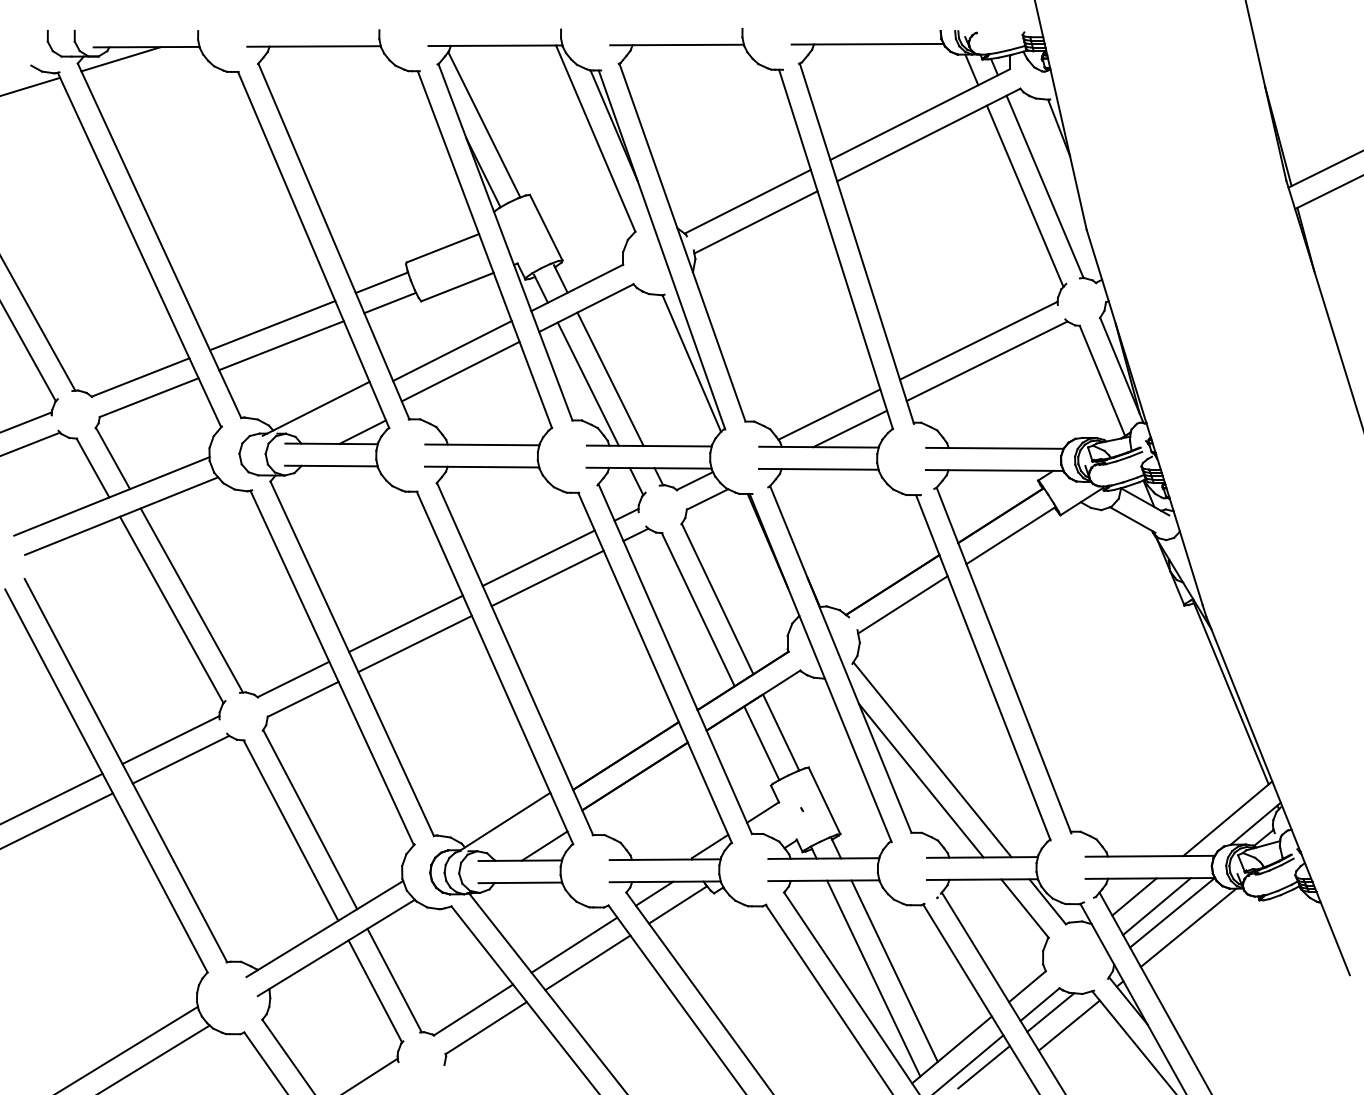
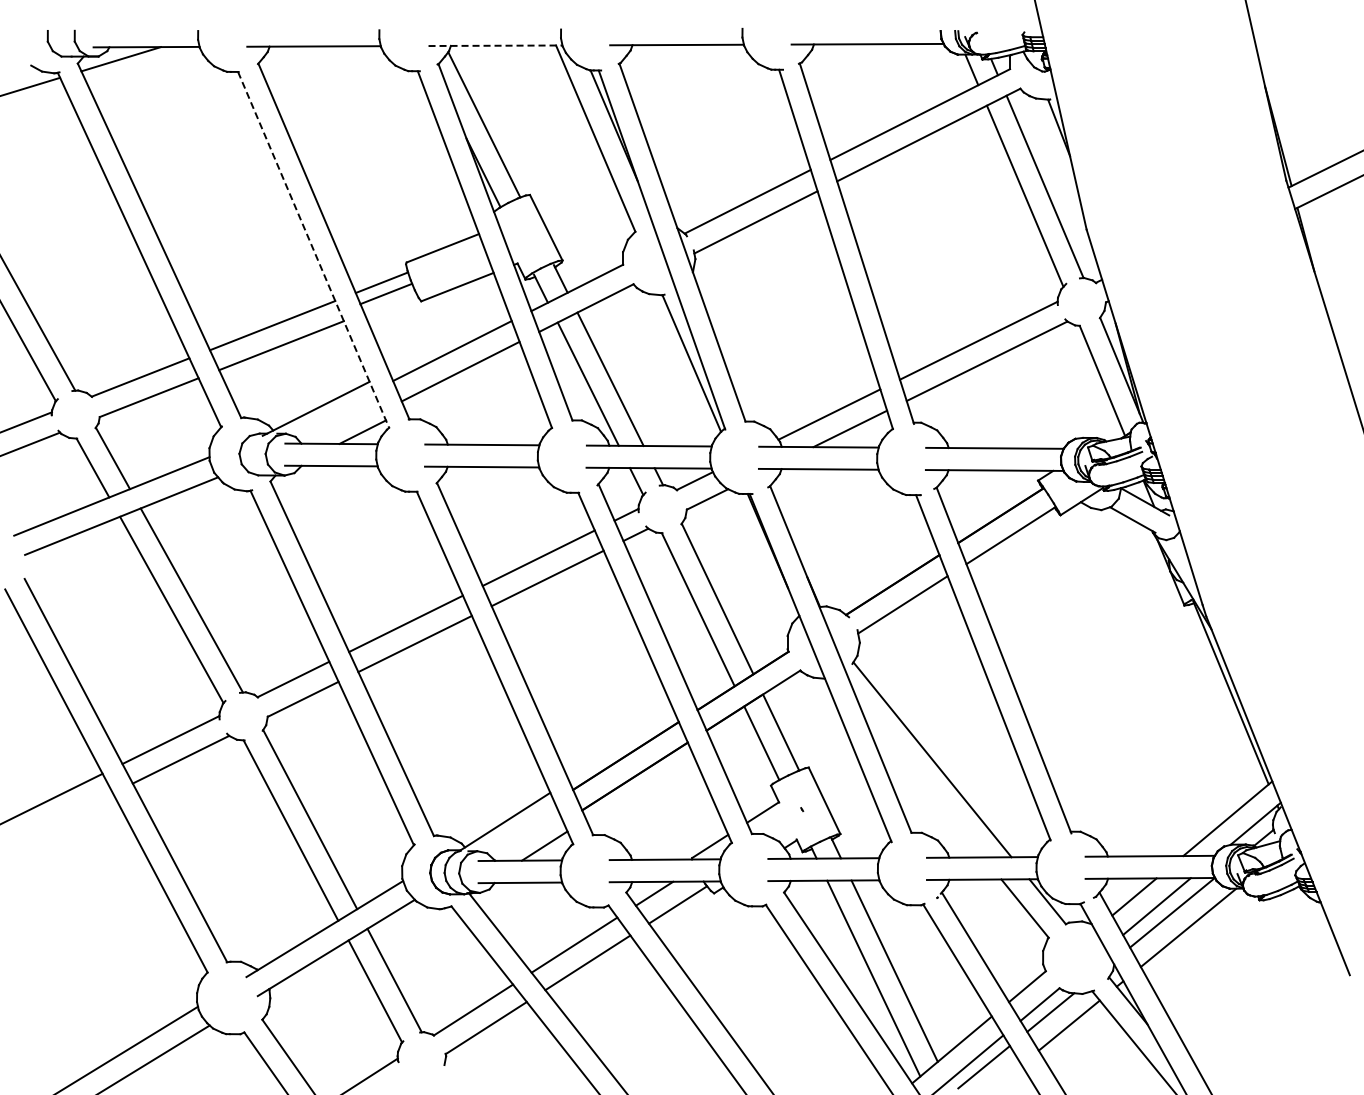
line at (495, 45): solid -> dashed
line at (313, 250): solid -> dashed
line at (390, 302) position: (390, 302) -> (386, 293)
line at (920, 780): present -> none
line at (57, 820): present -> none
